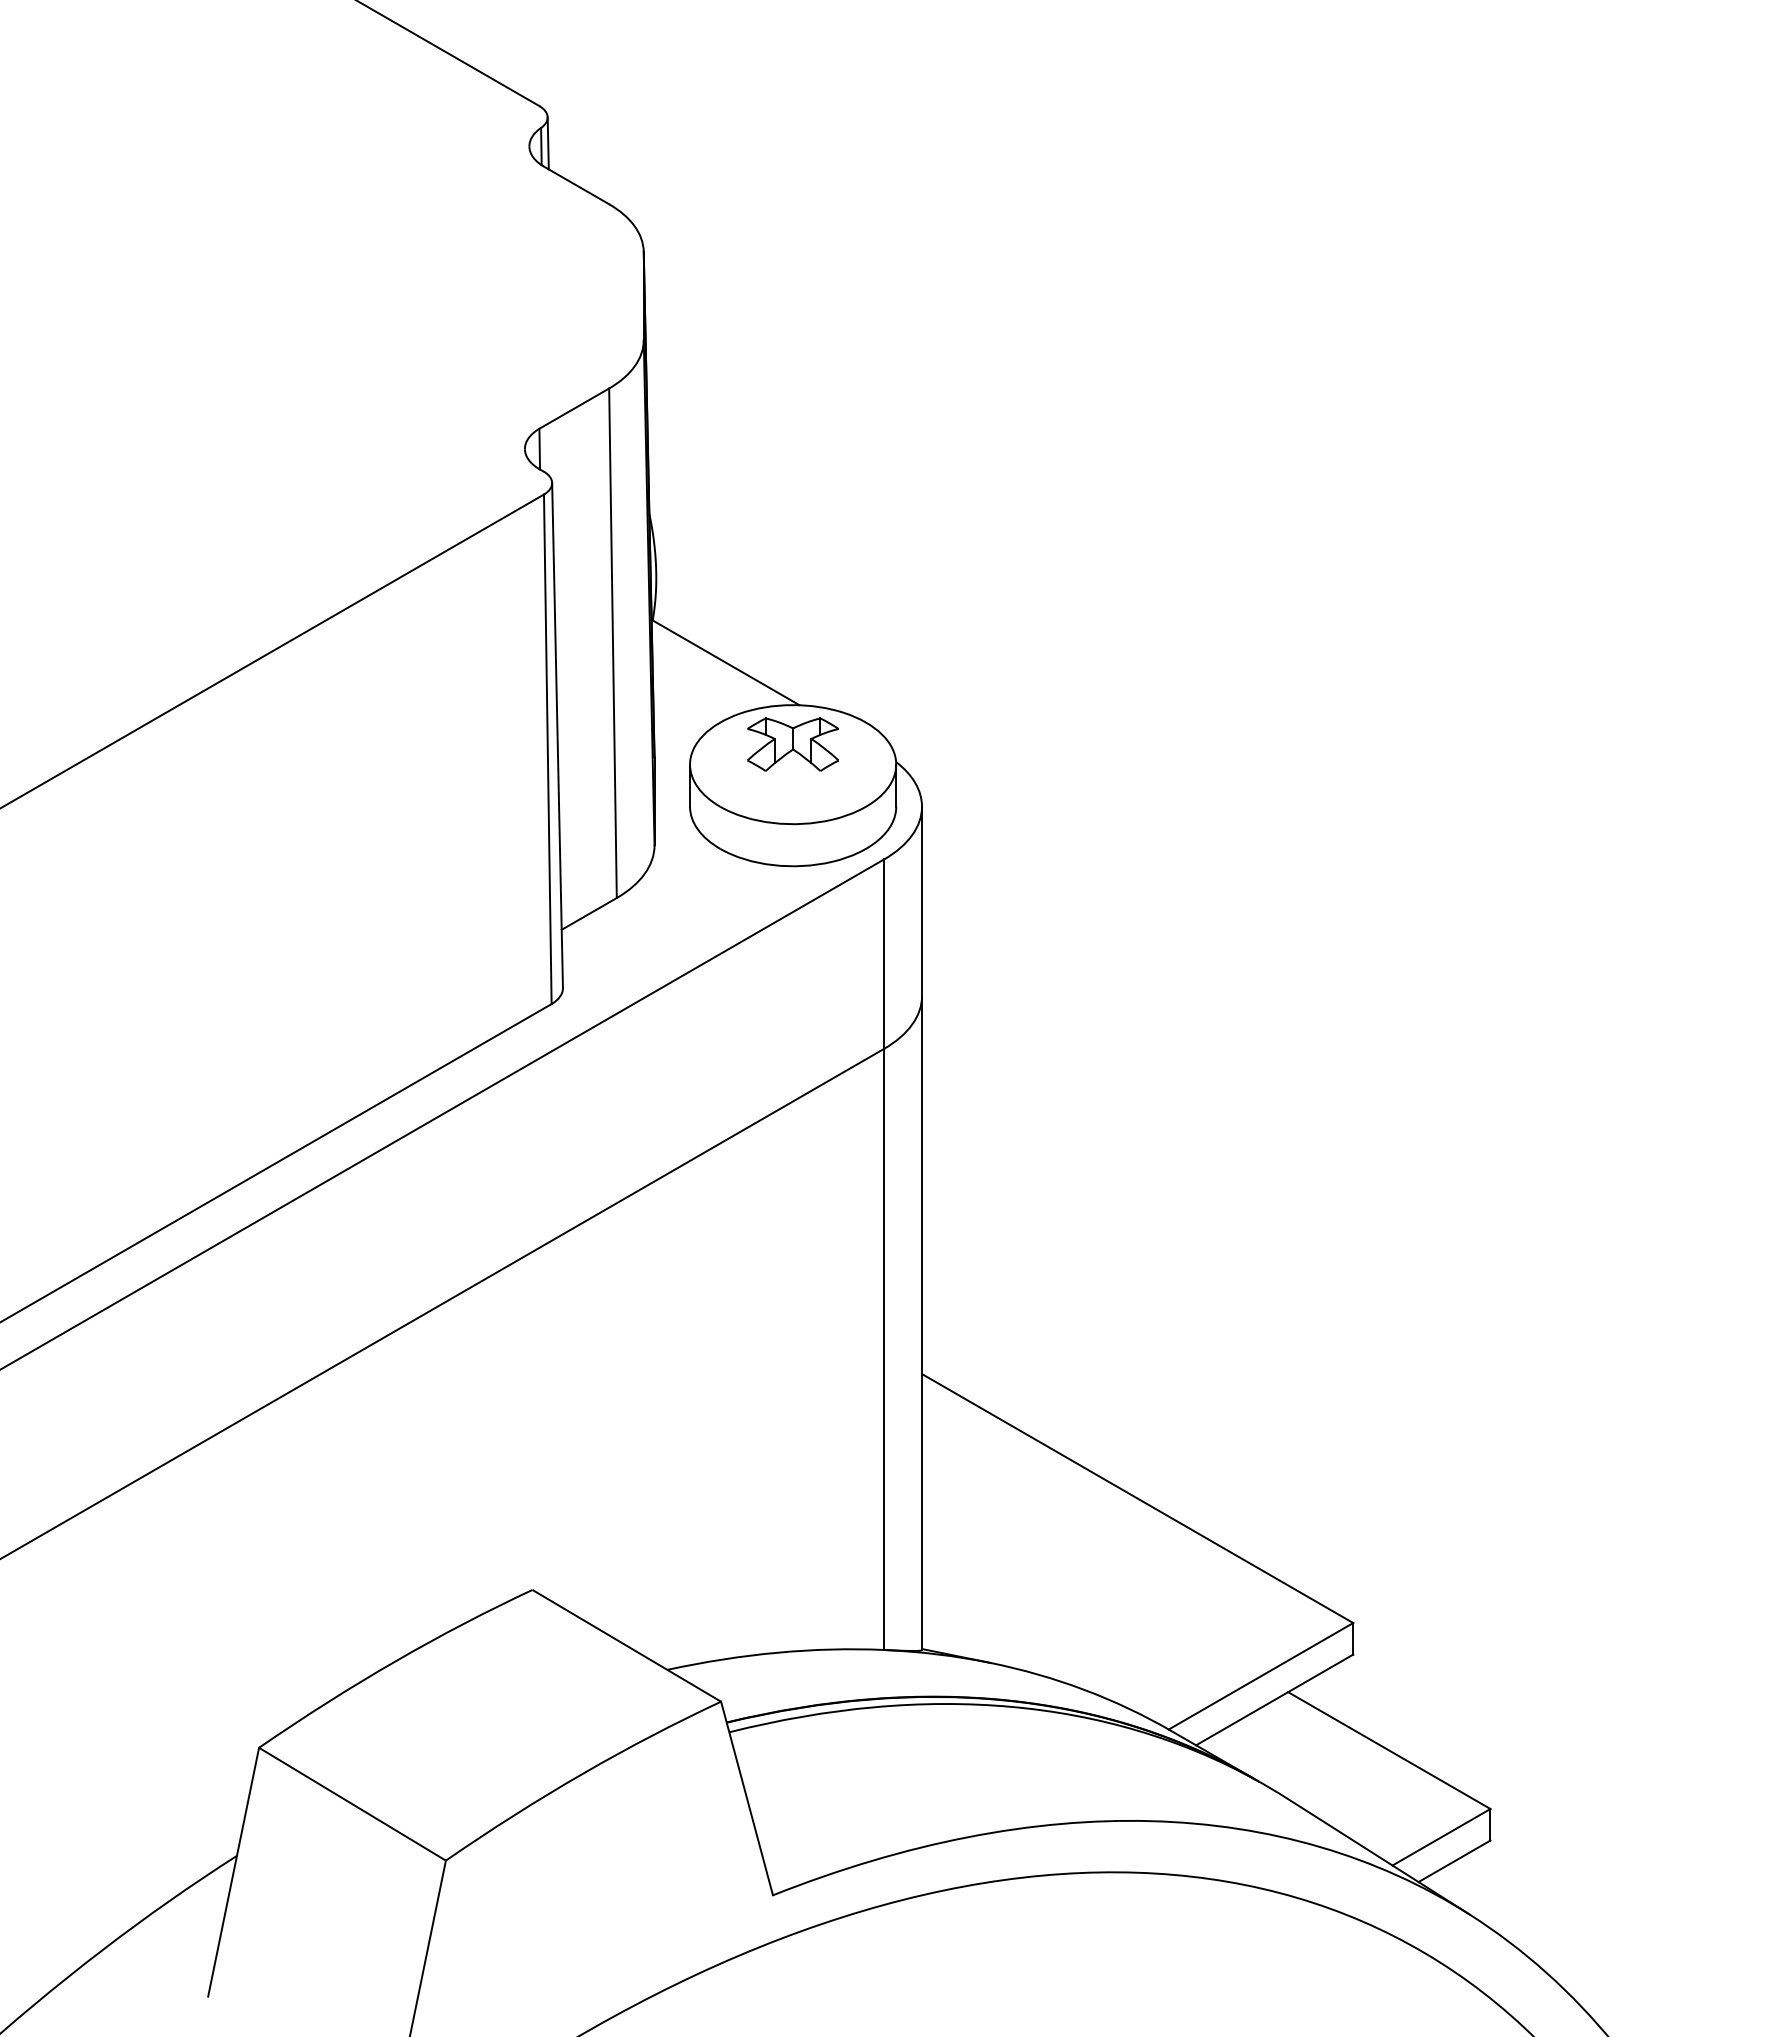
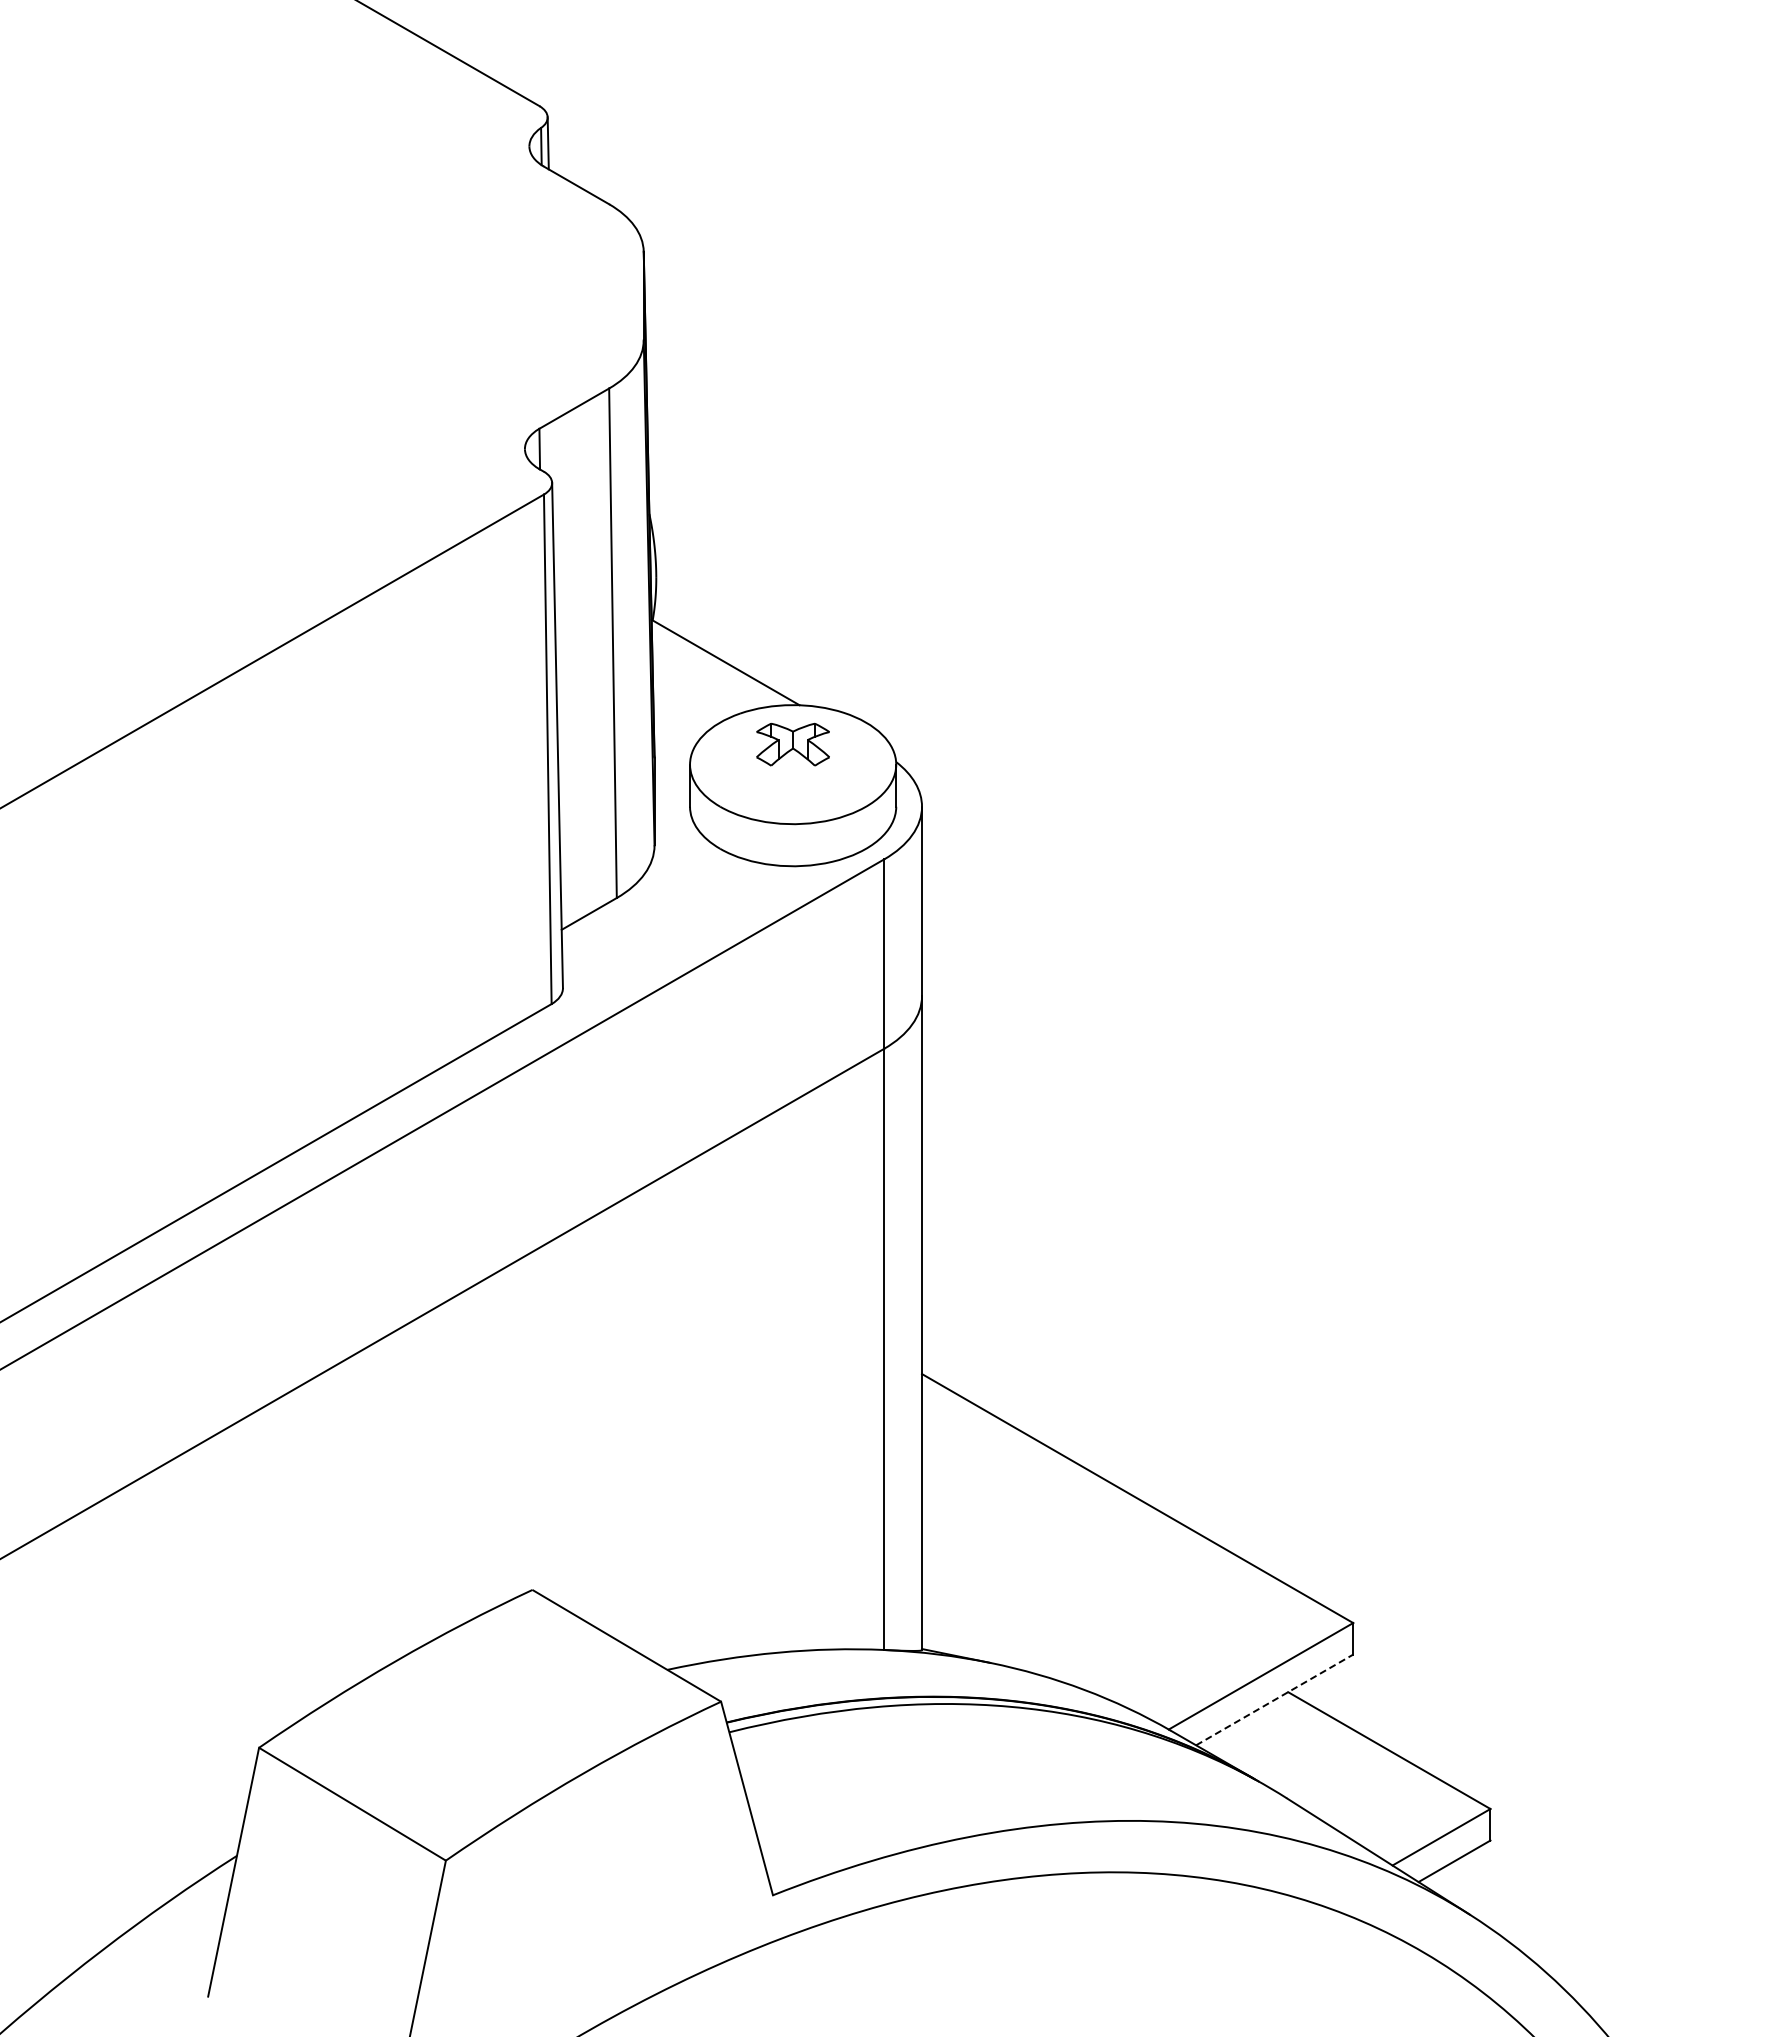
part at (792, 744) size: 92x55 px -> 74x45 px
line at (1274, 1699): solid -> dashed
